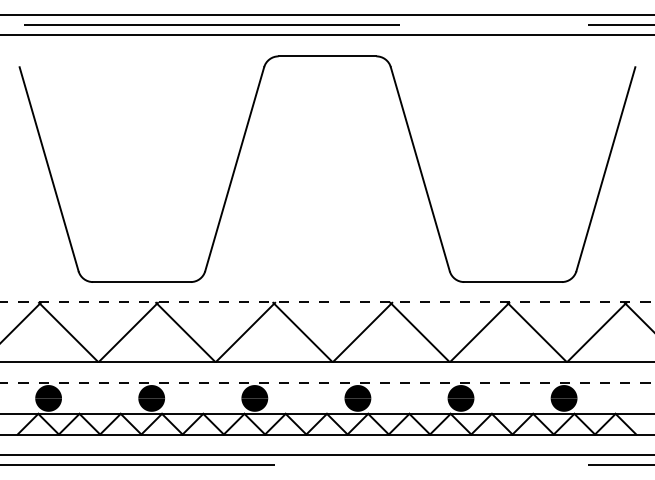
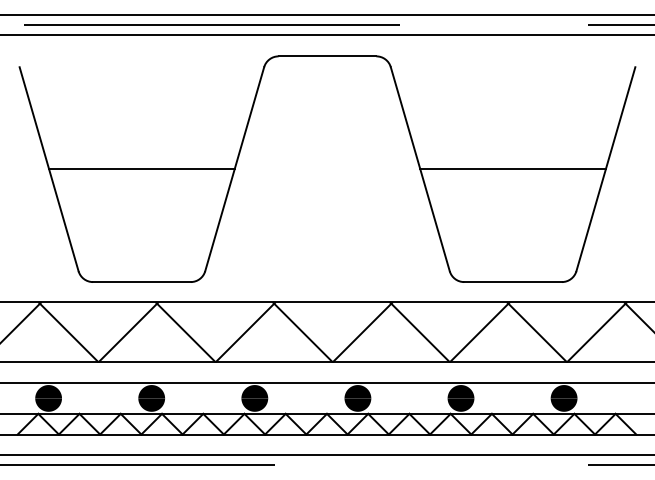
line at (141, 169): none -> present
line at (512, 169): none -> present
line at (327, 302): dashed -> solid
line at (327, 382): dashed -> solid
